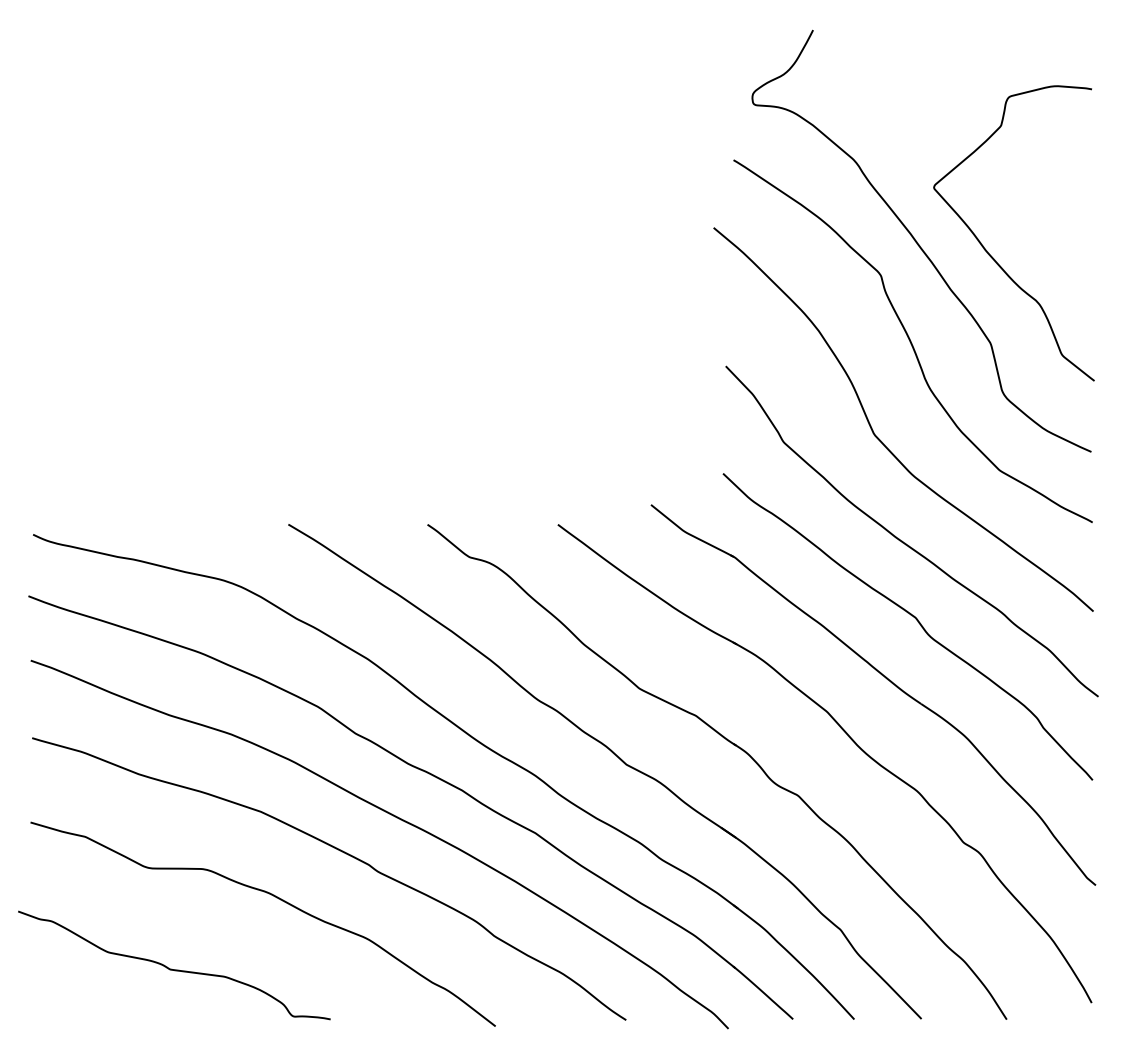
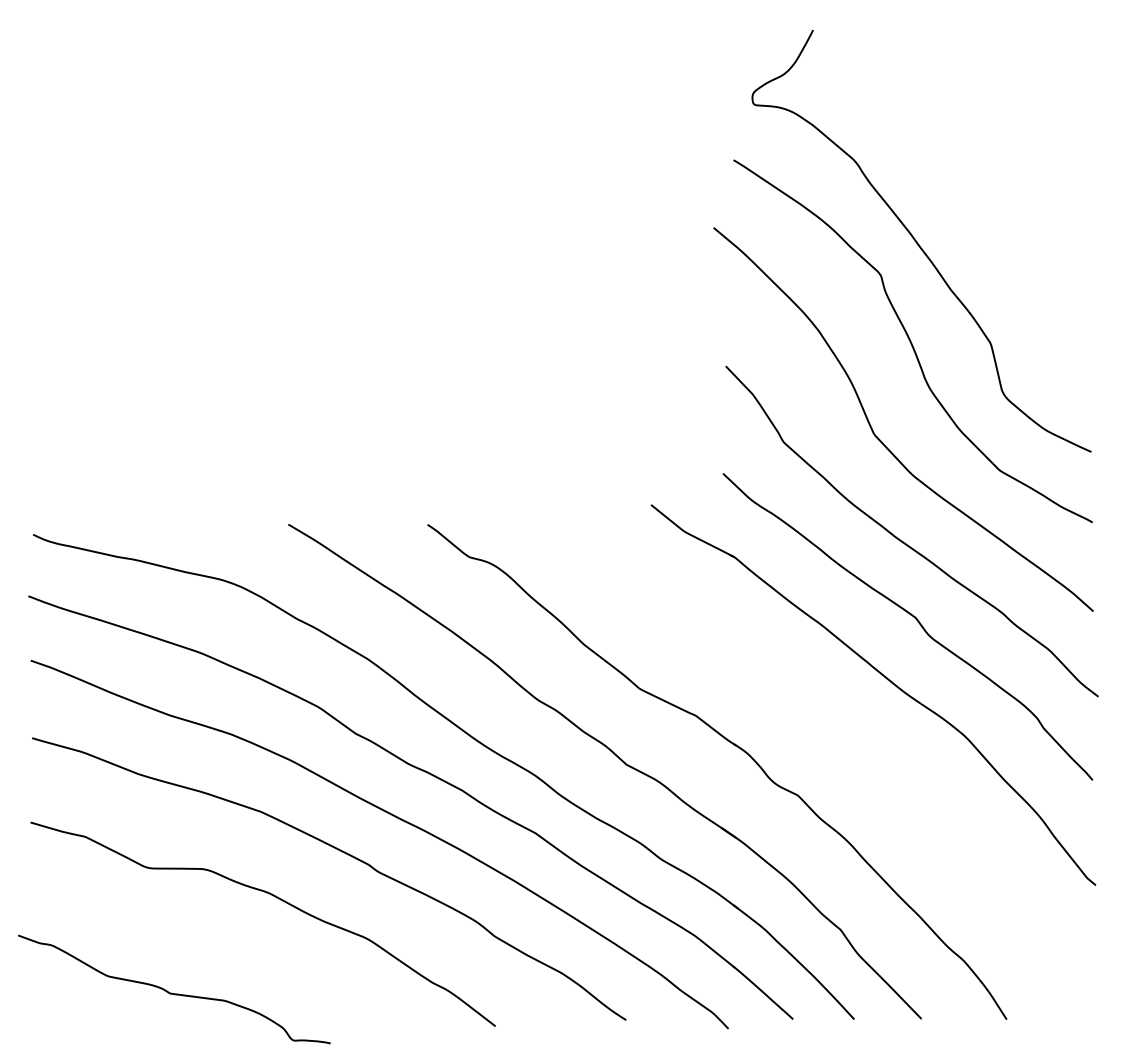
curve at (987, 250): present -> none
part at (849, 738): present -> none
curve at (174, 969) position: (174, 969) -> (174, 993)
